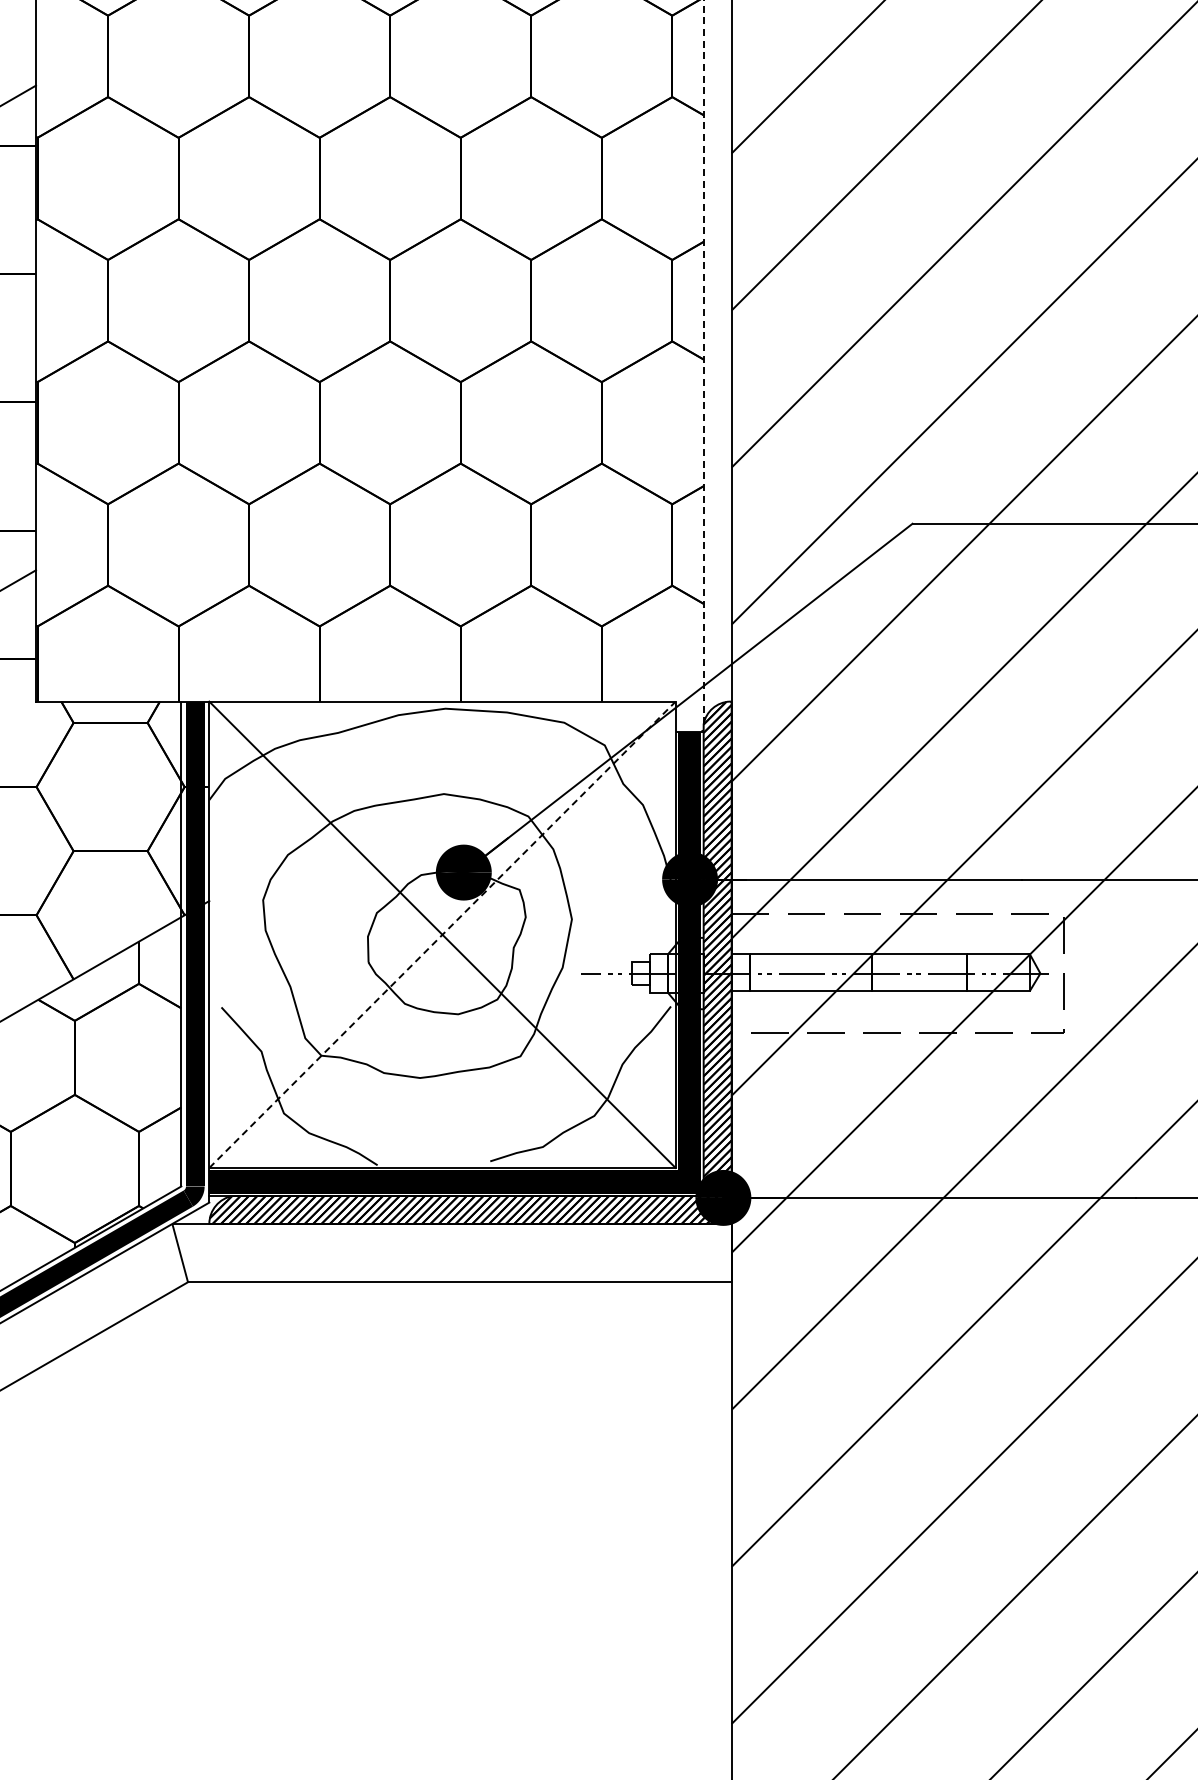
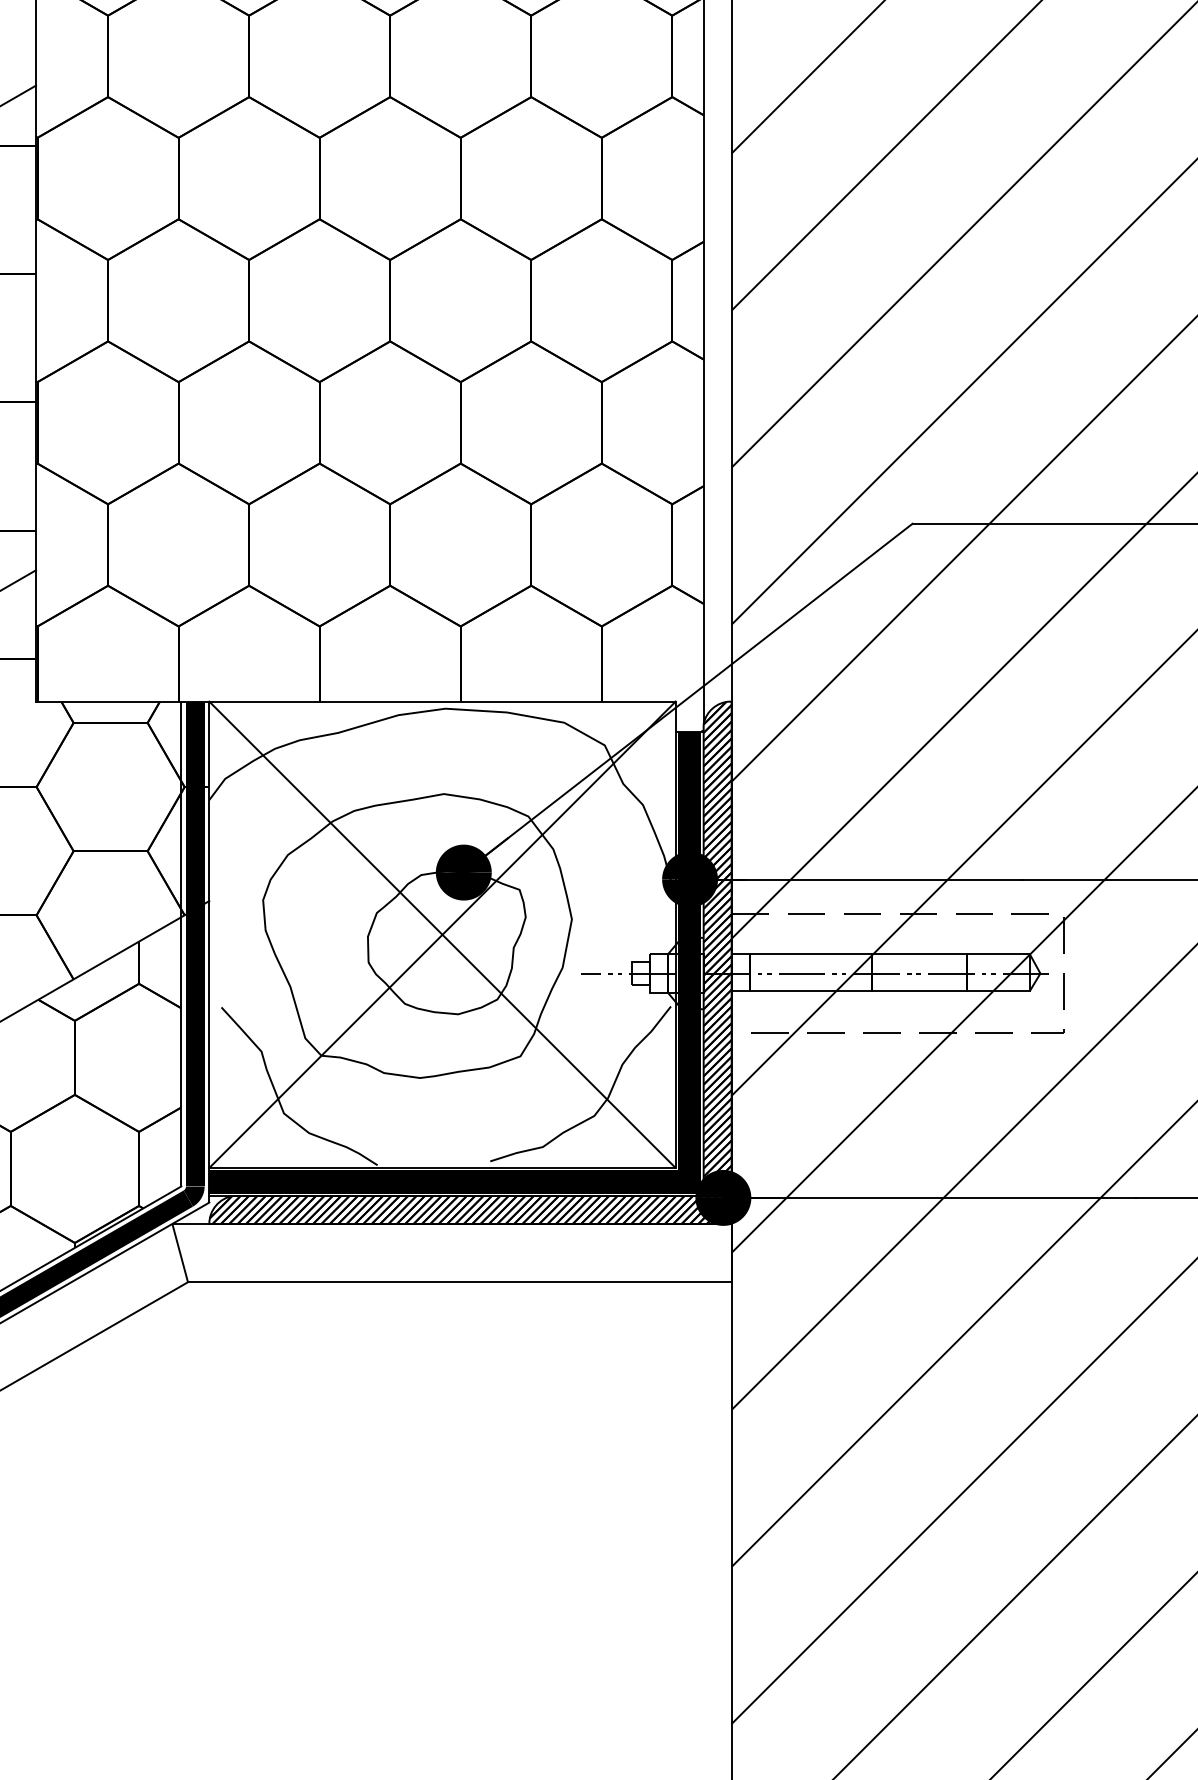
line at (703, 362): dashed -> solid
line at (442, 934): dashed -> solid
